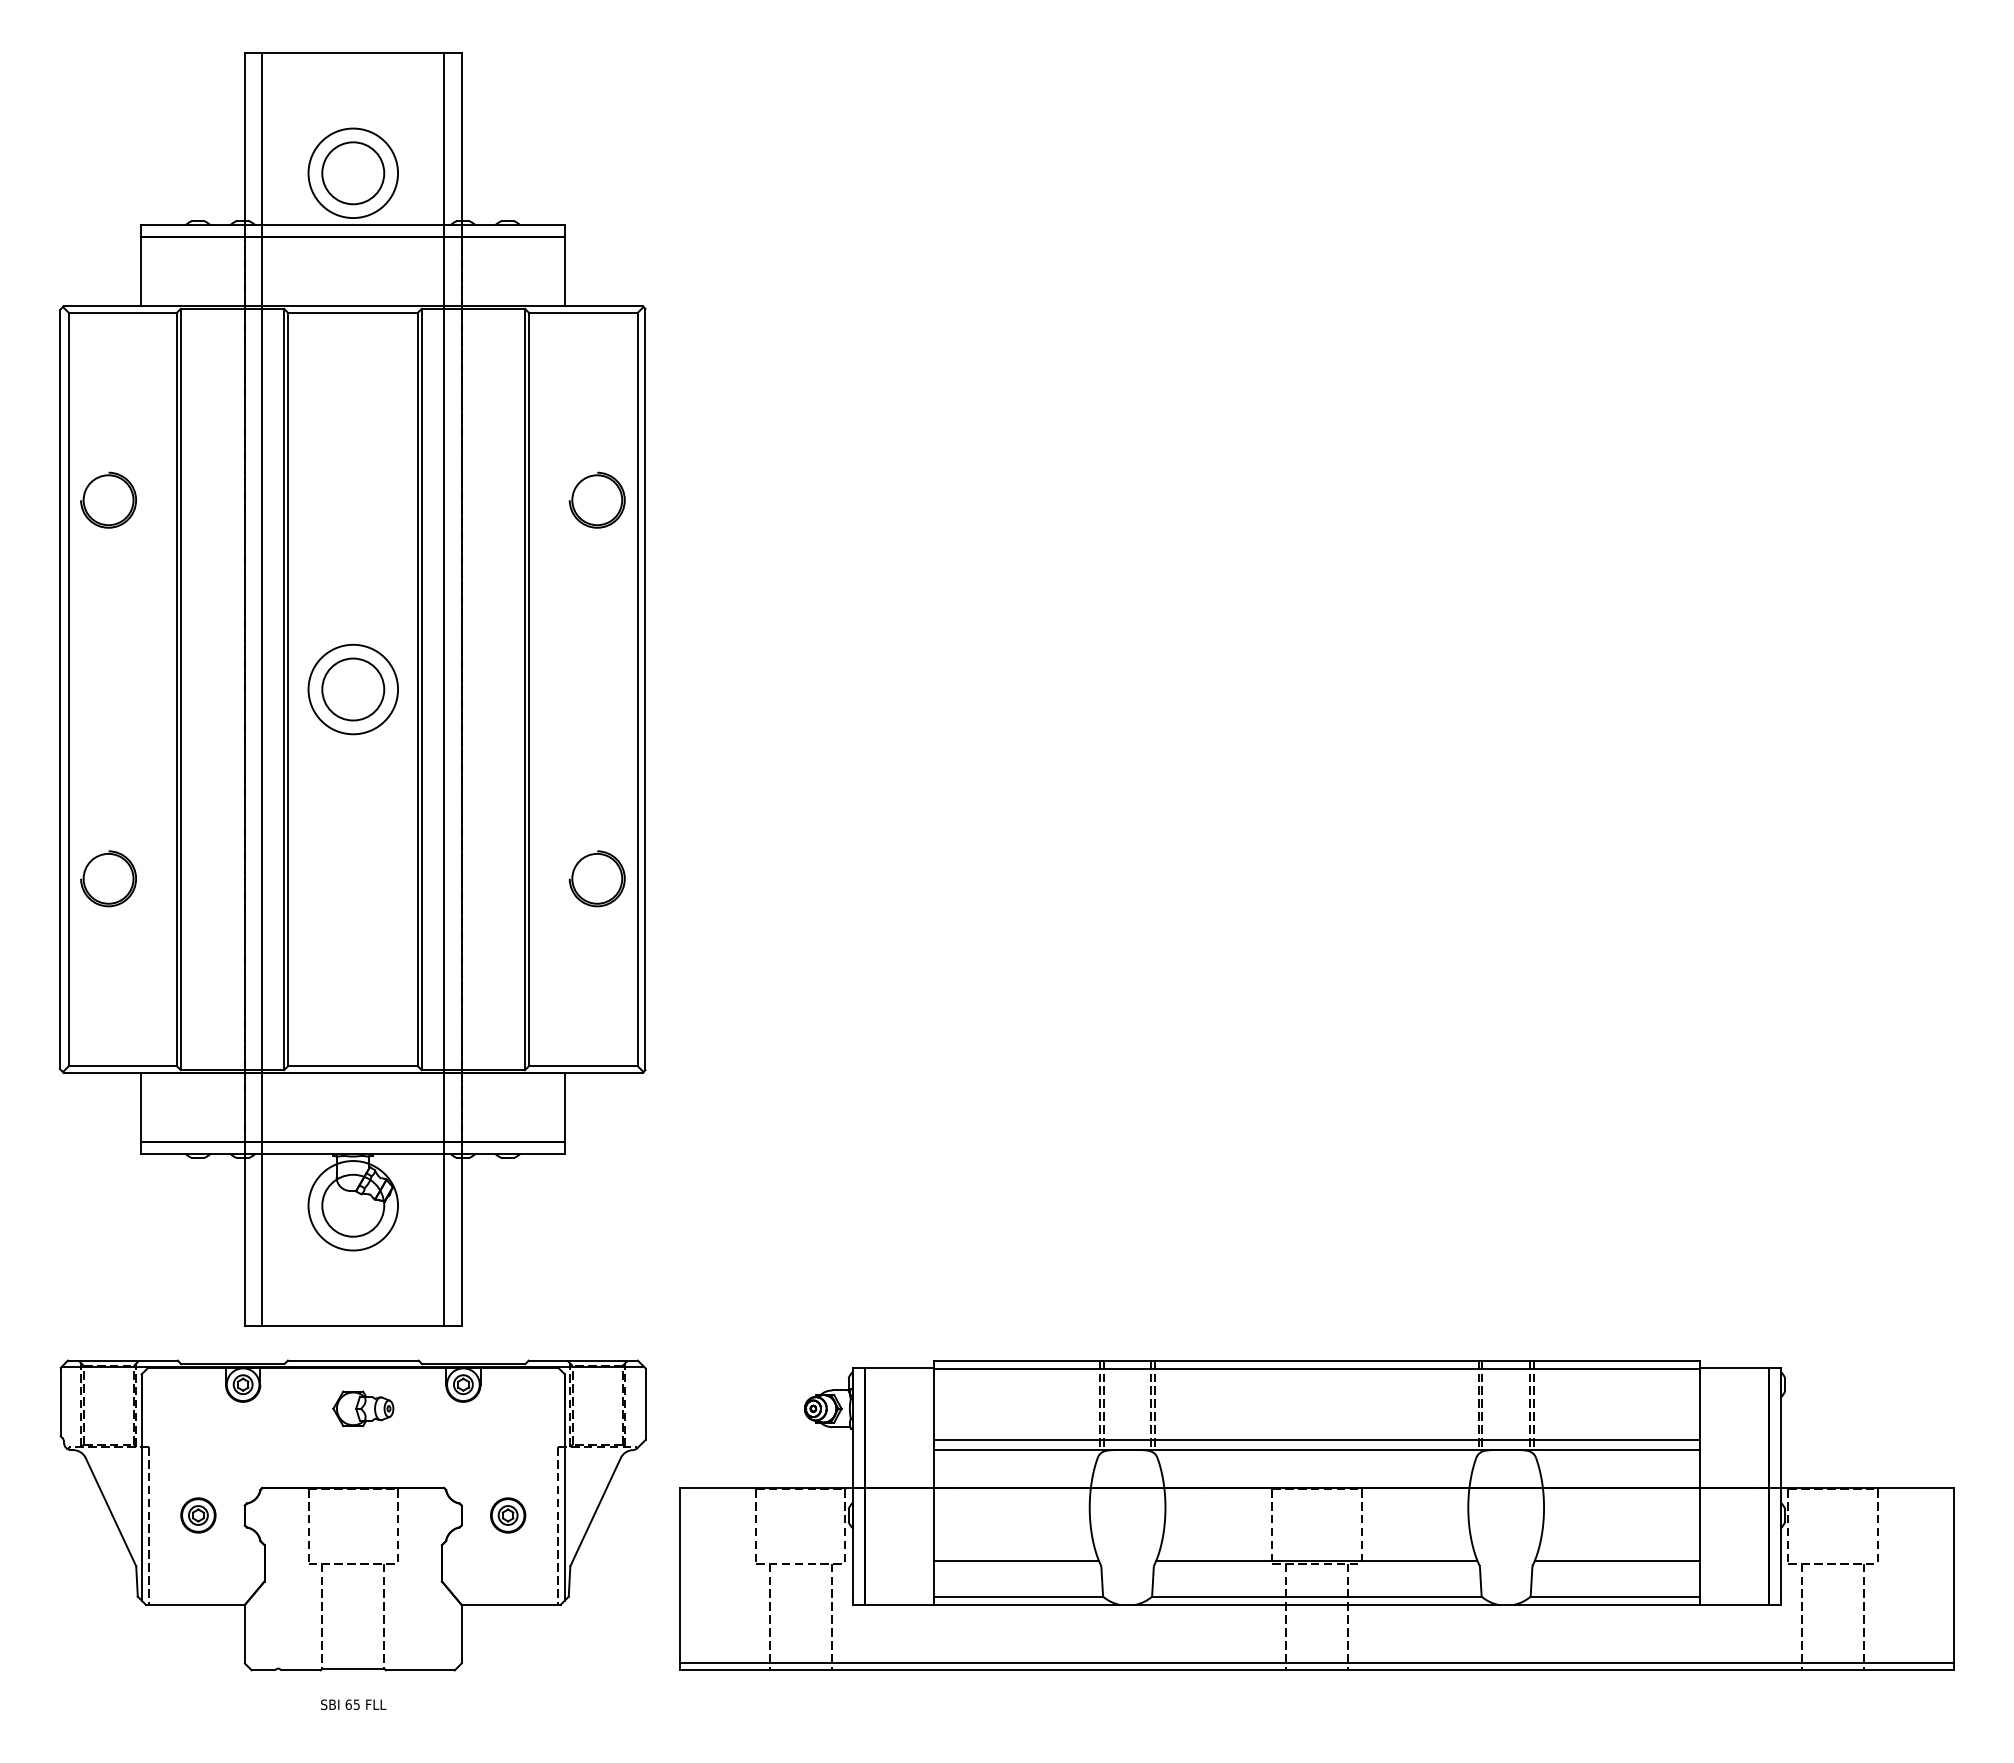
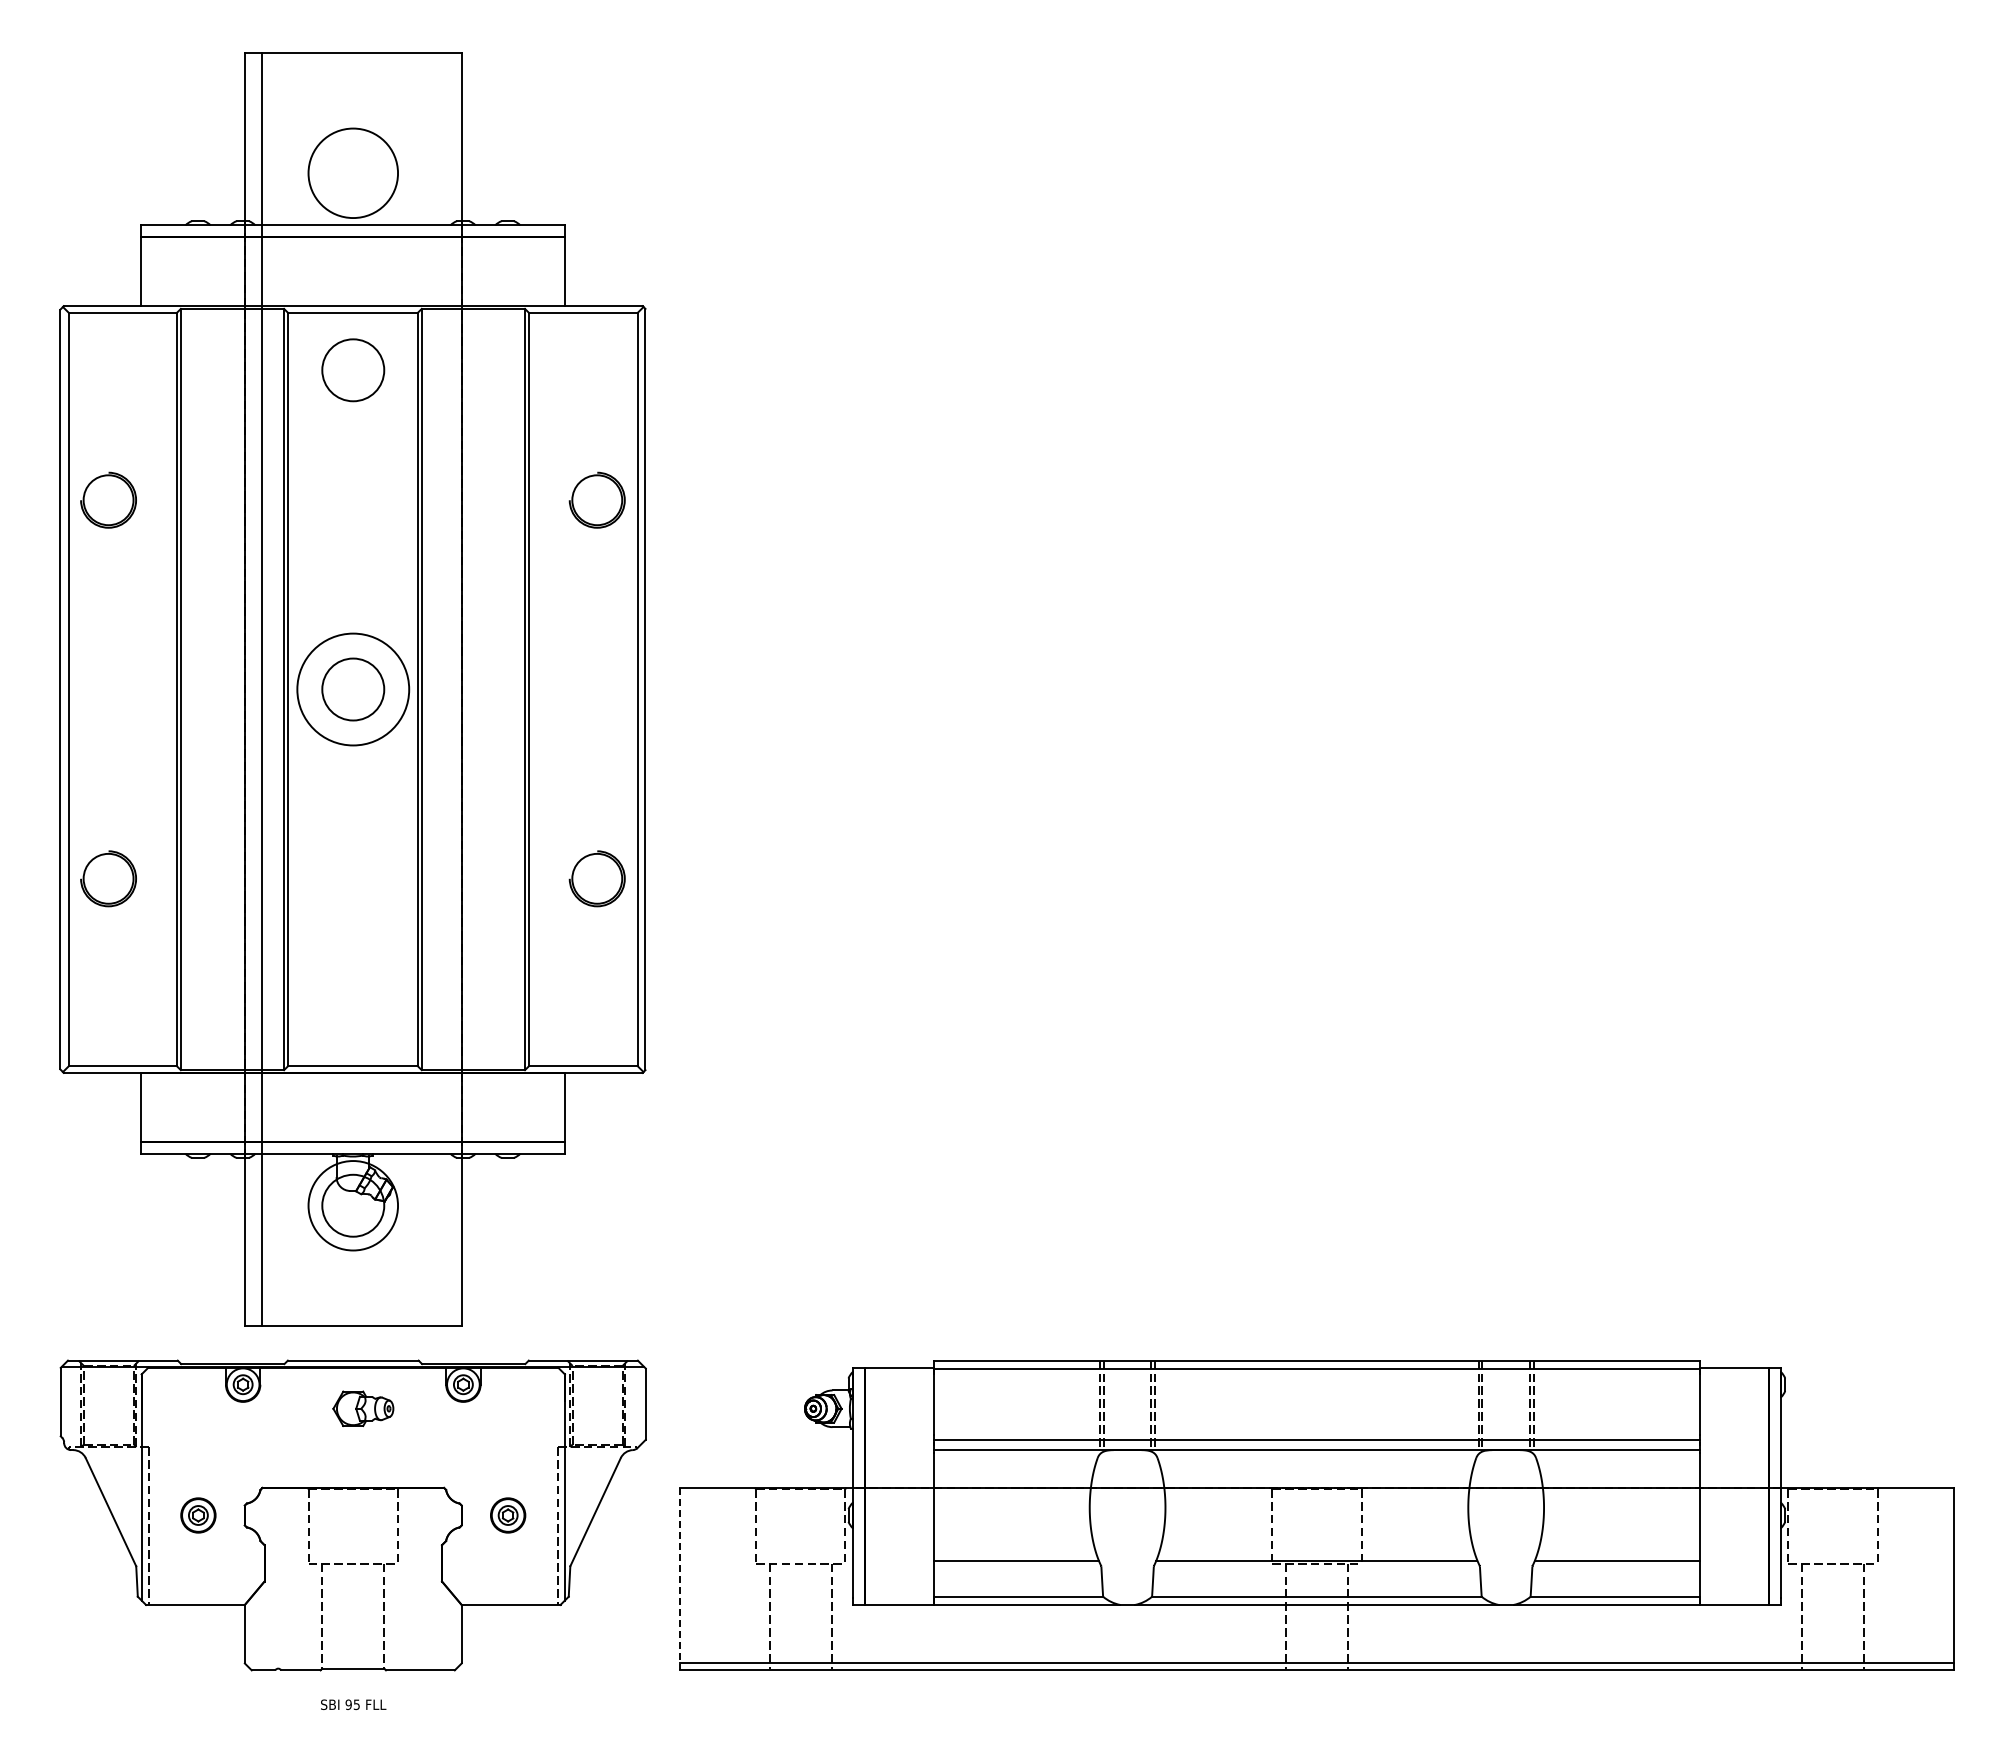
circle at (353, 173) position: (353, 173) -> (353, 370)
circle at (353, 689) diameter: 89 px -> 112 px
line at (444, 689): present -> none
line at (680, 1579): solid -> dashed
text at (348, 1704): 65 -> 95
